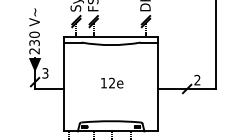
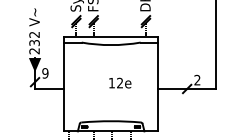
text at (34, 34): 230 -> 232
text at (45, 73): 3 -> 9
text at (112, 82) position: (112, 82) -> (120, 82)
